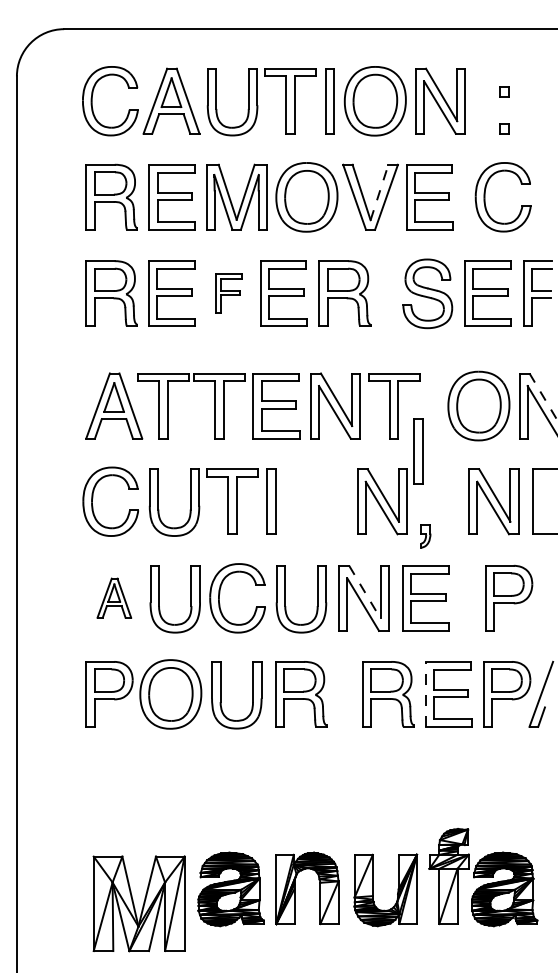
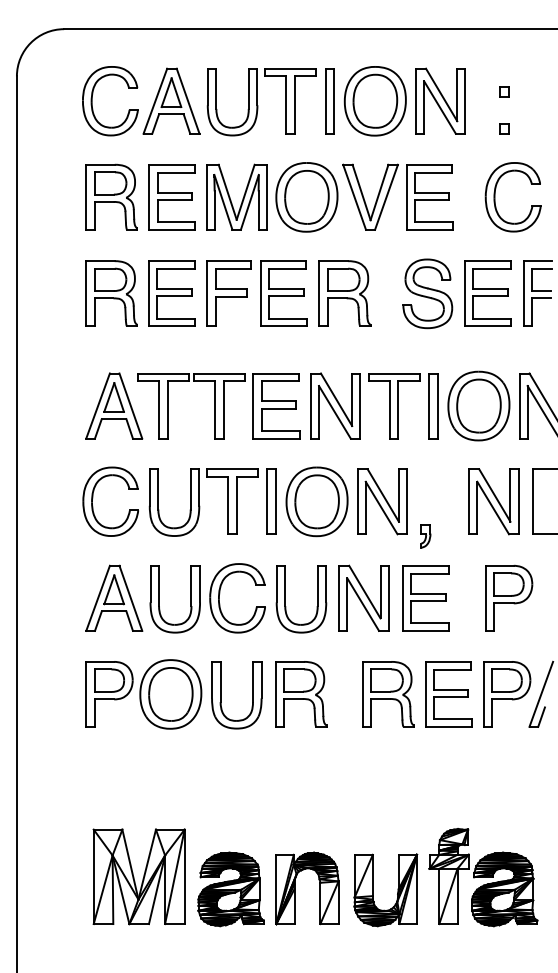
line at (379, 192): dashed -> solid
part at (485, 197) position: (485, 197) -> (495, 197)
part at (228, 293) size: 28x41 px -> 46x67 px
line at (543, 397): dashed -> solid
part at (418, 451) position: (418, 451) -> (433, 406)
part at (316, 501): none -> present
line at (364, 592): dashed -> solid
part at (114, 597) size: 37x42 px -> 59x68 px
line at (425, 694): dashed -> solid
part at (138, 903) position: (138, 903) -> (138, 876)
